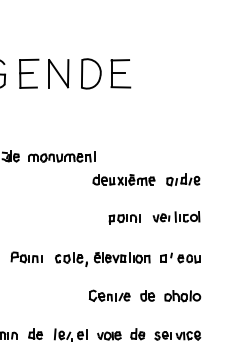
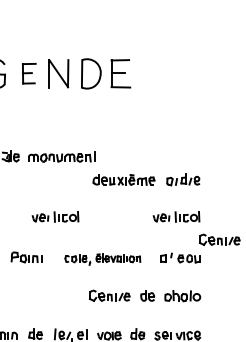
part at (29, 73) size: 21x31 px -> 15x22 px
part at (55, 216): none -> present
part at (124, 219): present -> none
part at (219, 239): none -> present
part at (102, 259) size: 96x16 px -> 78x13 px
